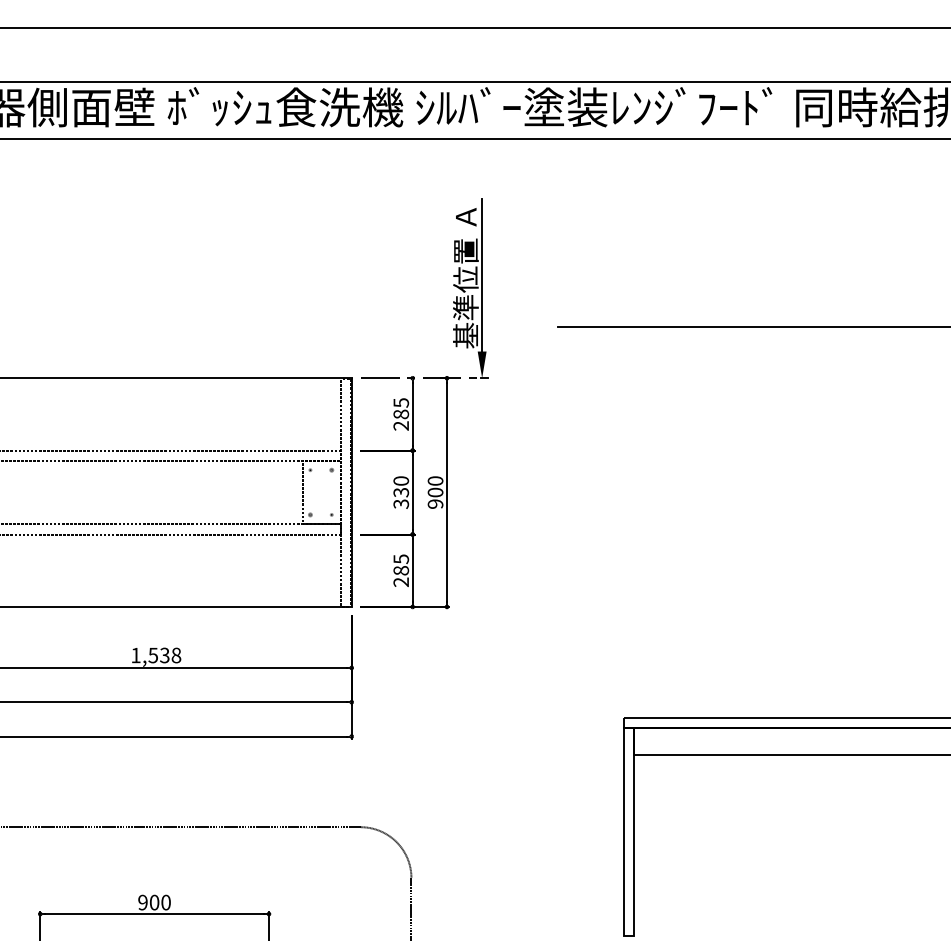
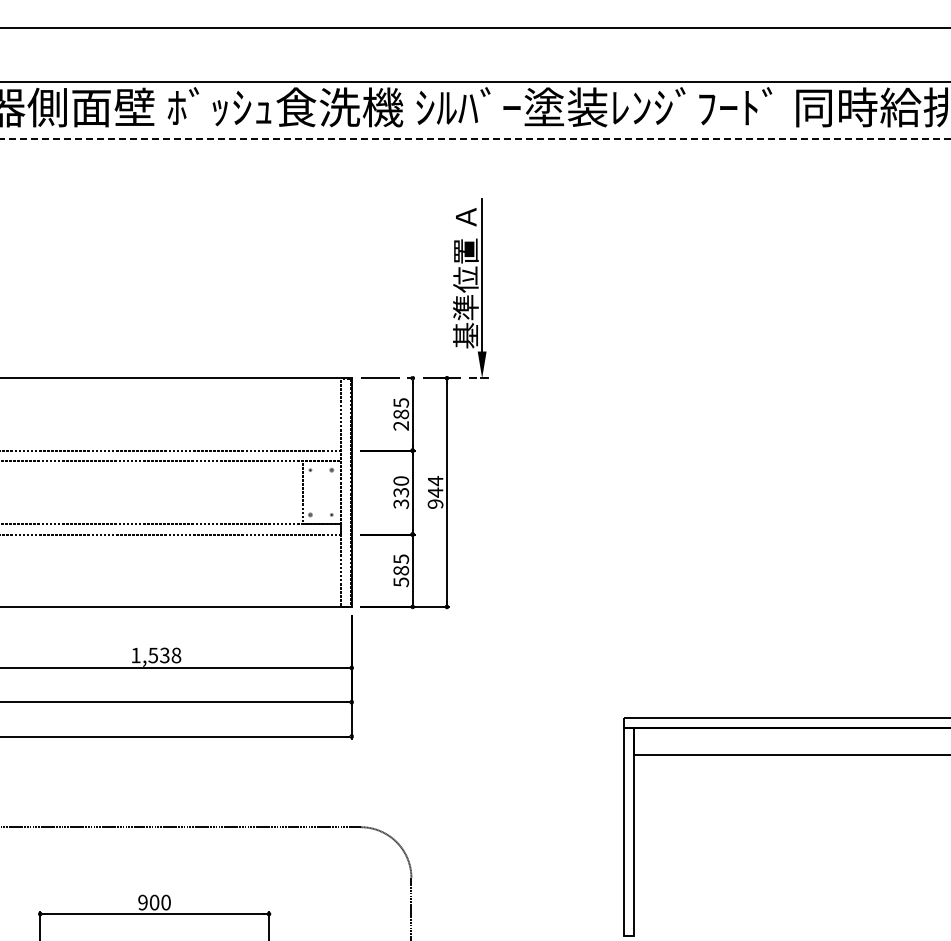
line at (475, 139): solid -> dashed
line at (752, 326): present -> none
text at (435, 486): 900 -> 944
text at (401, 582): 285 -> 585
